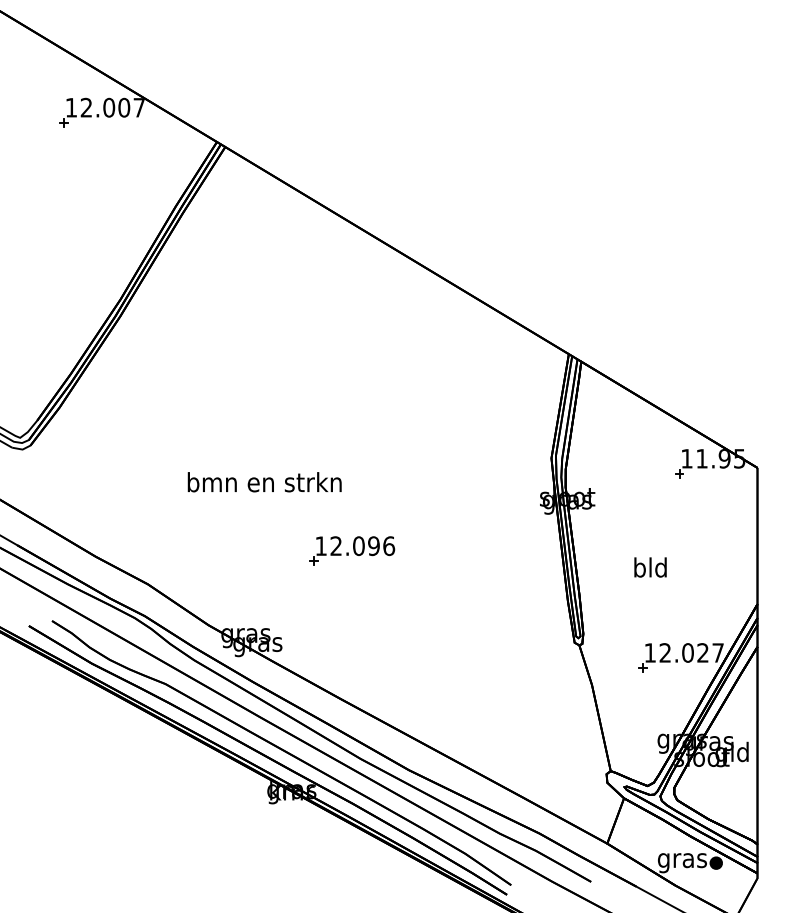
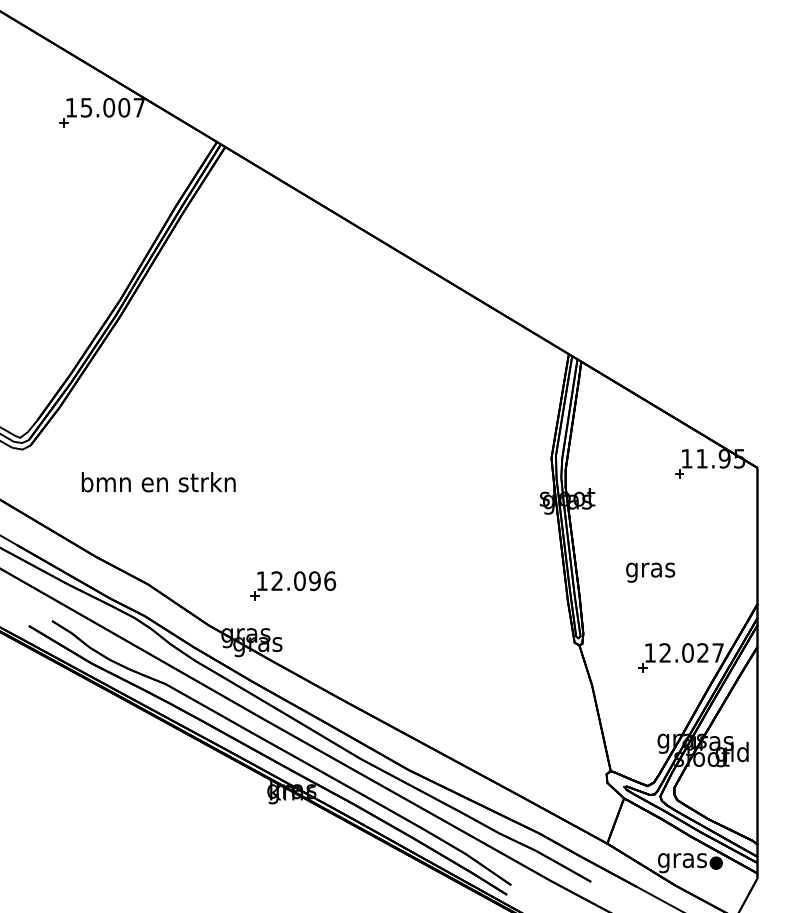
text at (85, 107): 12.007 -> 15.007
text at (264, 482) position: (264, 482) -> (158, 482)
part at (352, 550) position: (352, 550) -> (293, 585)
text at (650, 569): bld -> gras
